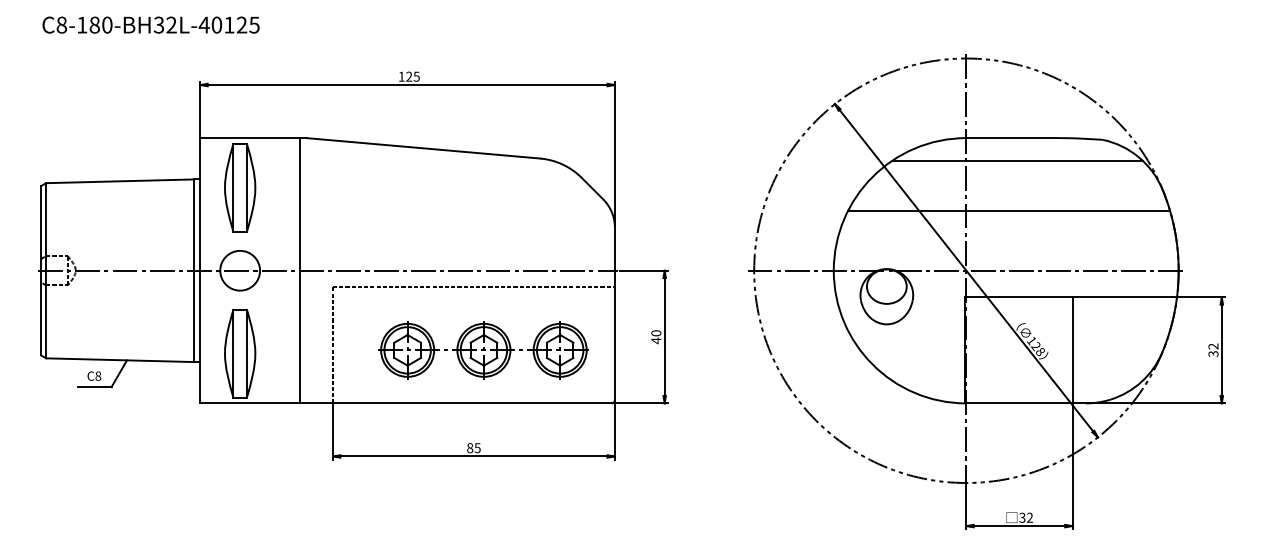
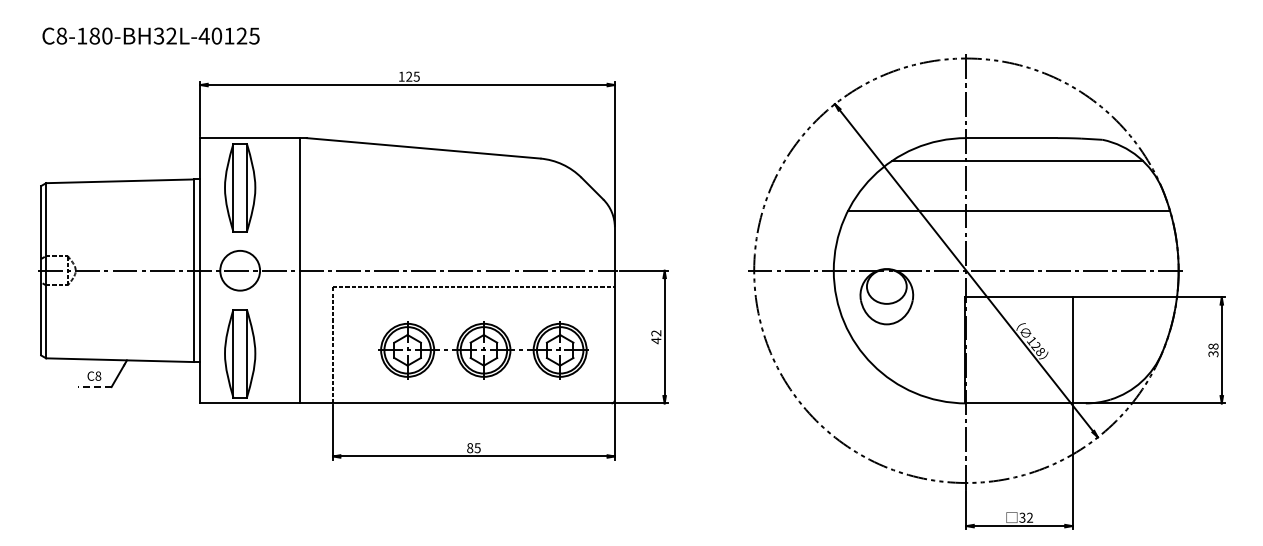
text at (150, 24) position: (150, 24) -> (150, 35)
text at (656, 333): 40 -> 42
text at (1213, 346): 32 -> 38
line at (94, 387): solid -> dashed
